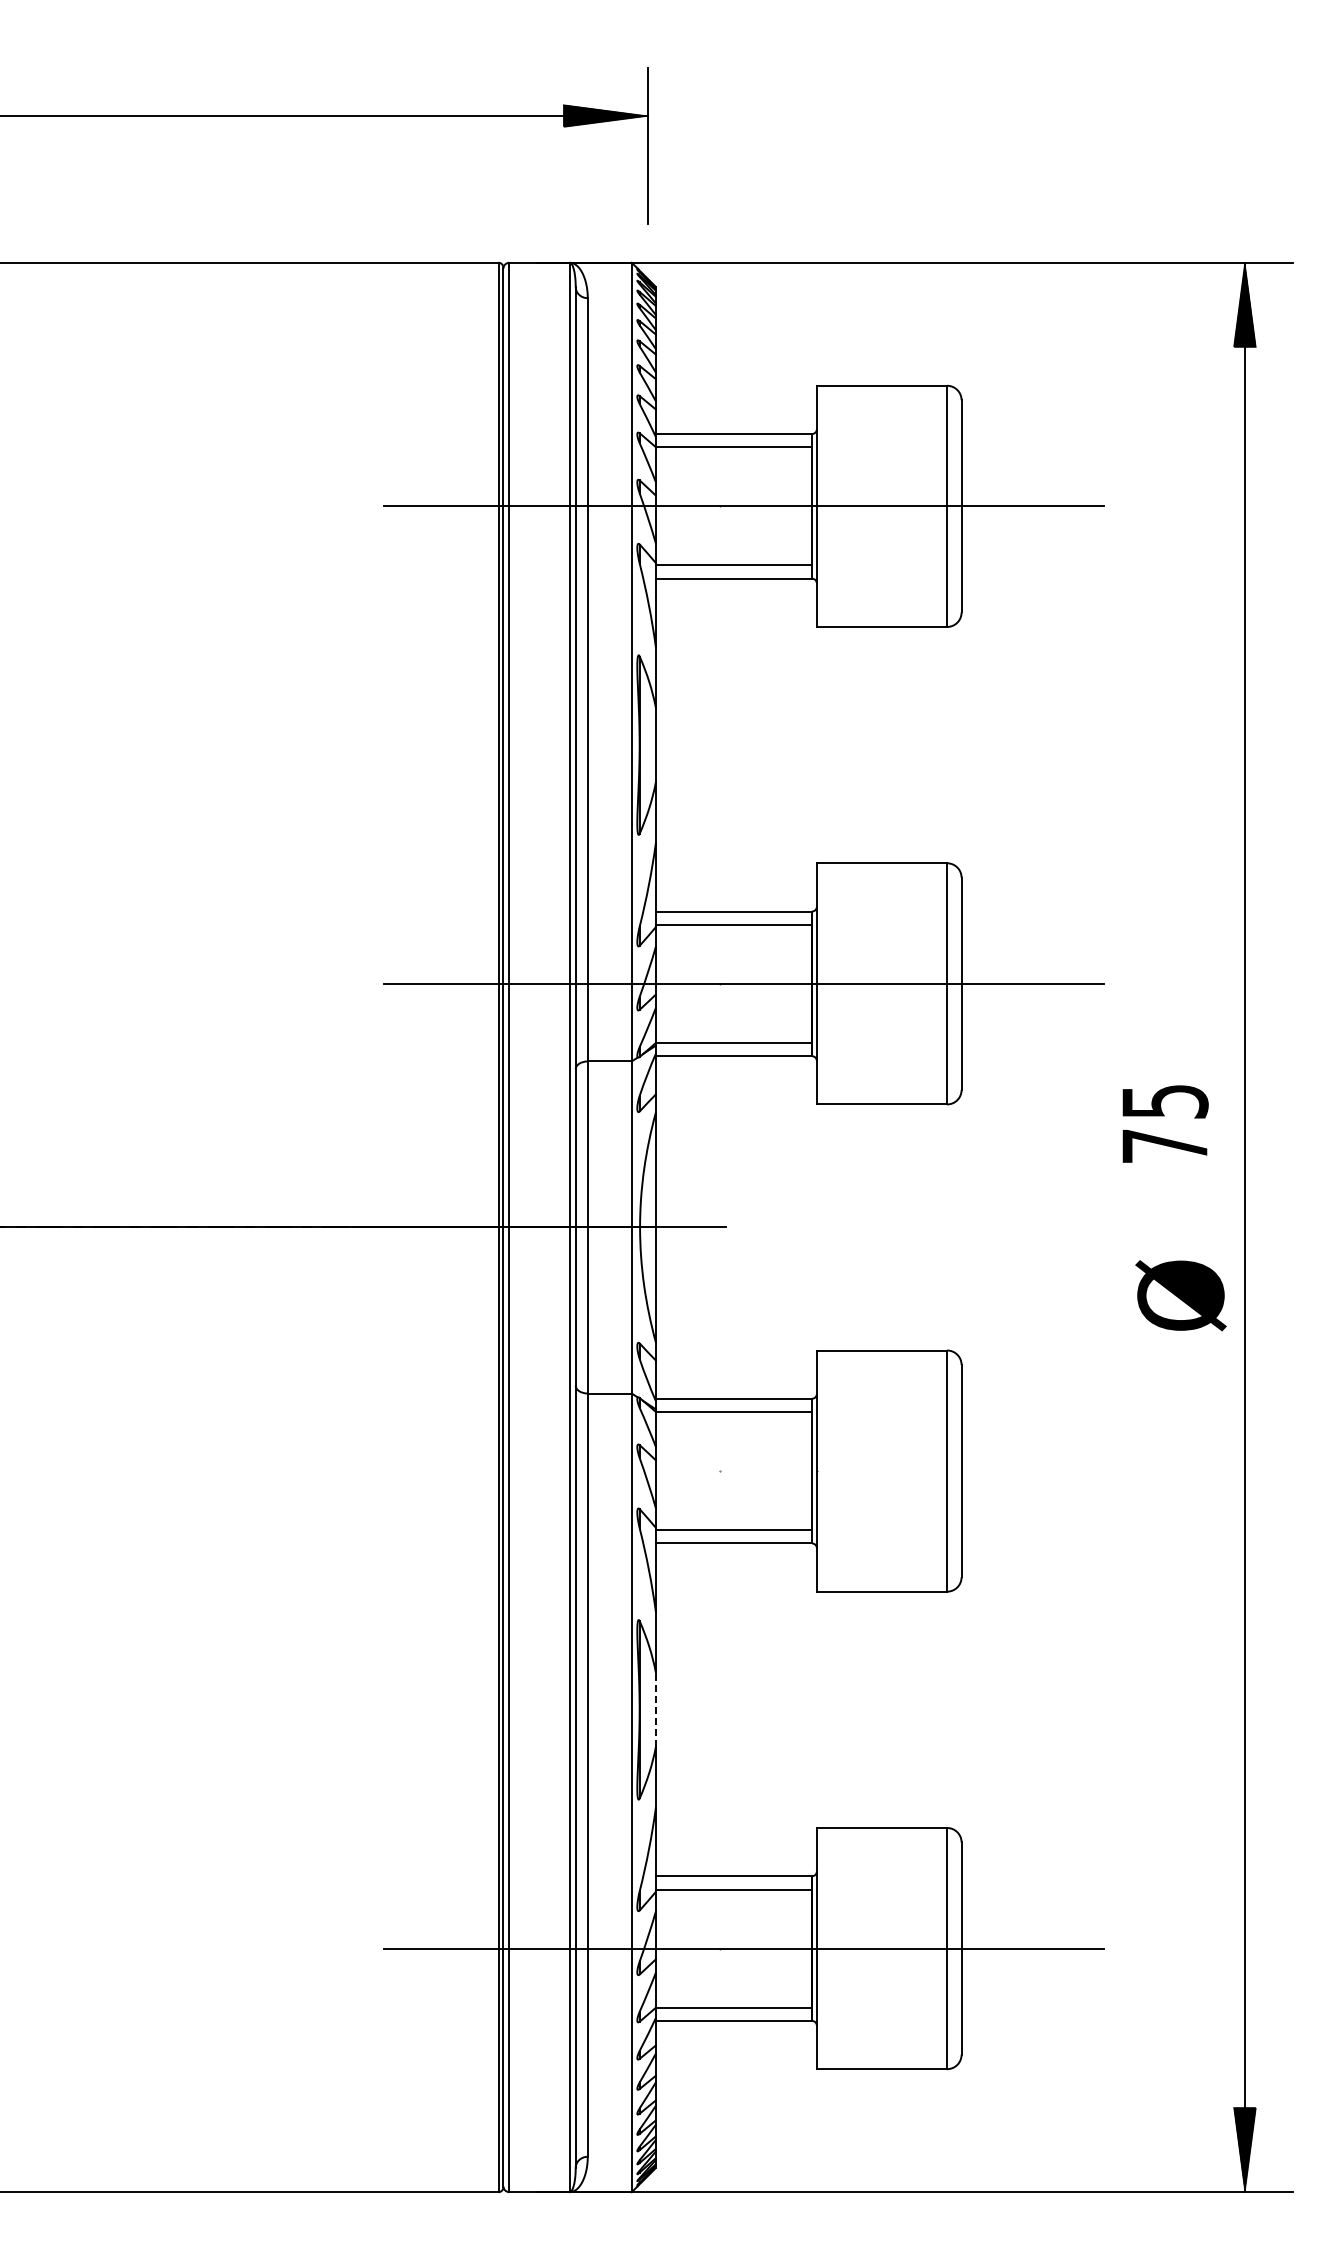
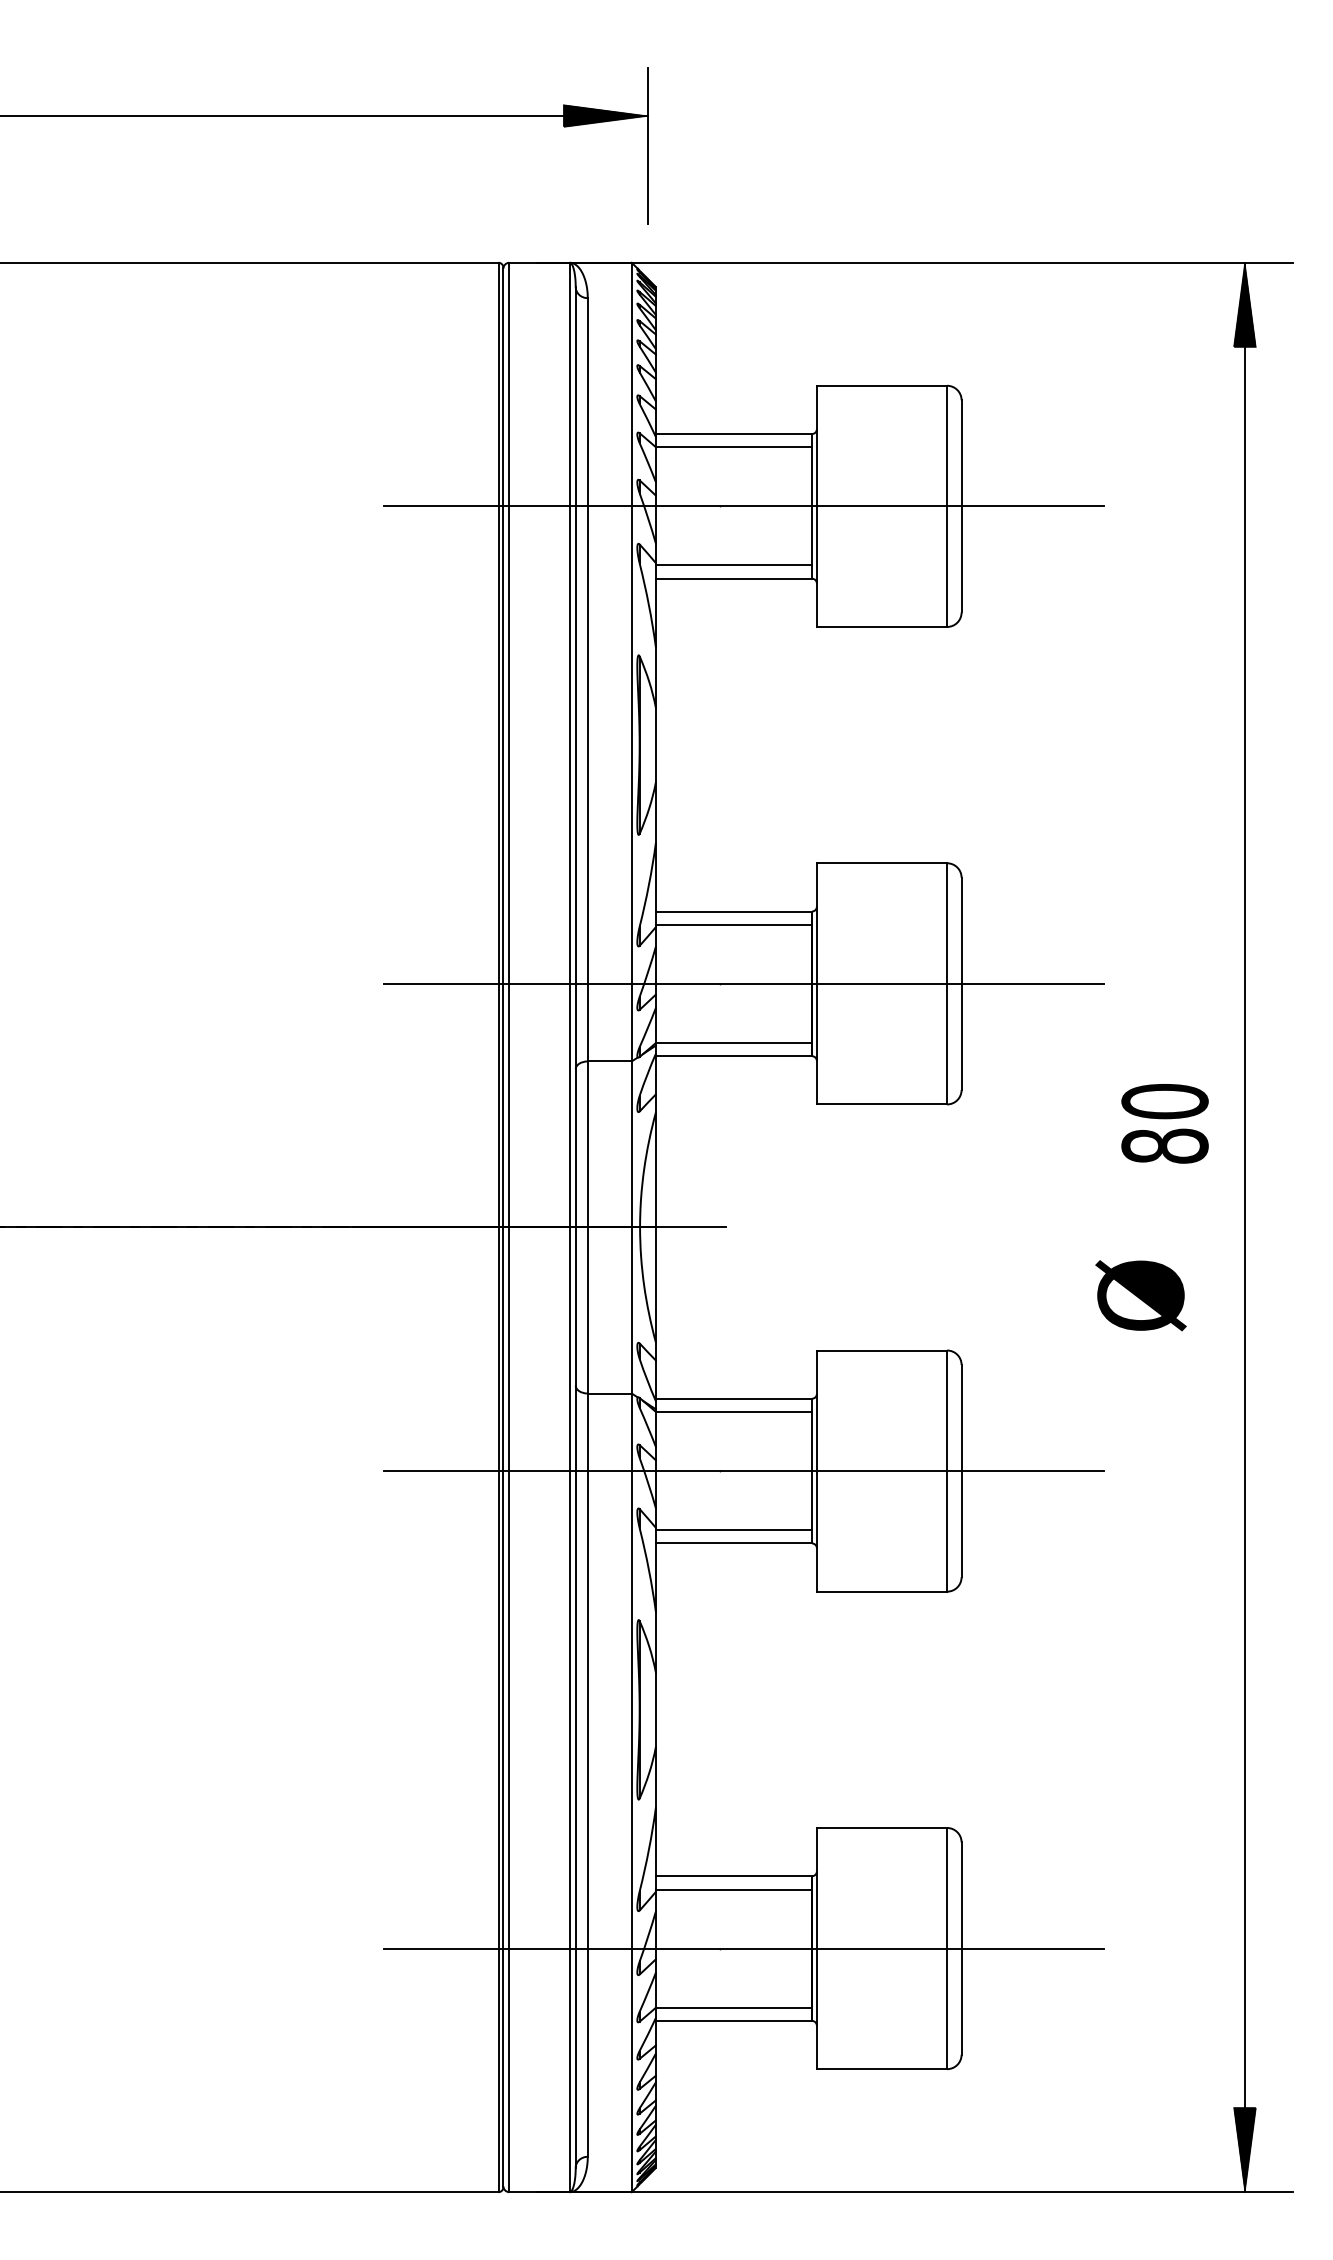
text at (1164, 1123): 75 -> 80
text at (1180, 1295) position: (1180, 1295) -> (1140, 1295)
line at (743, 1471): none -> present
line at (655, 1709): dashed -> solid
